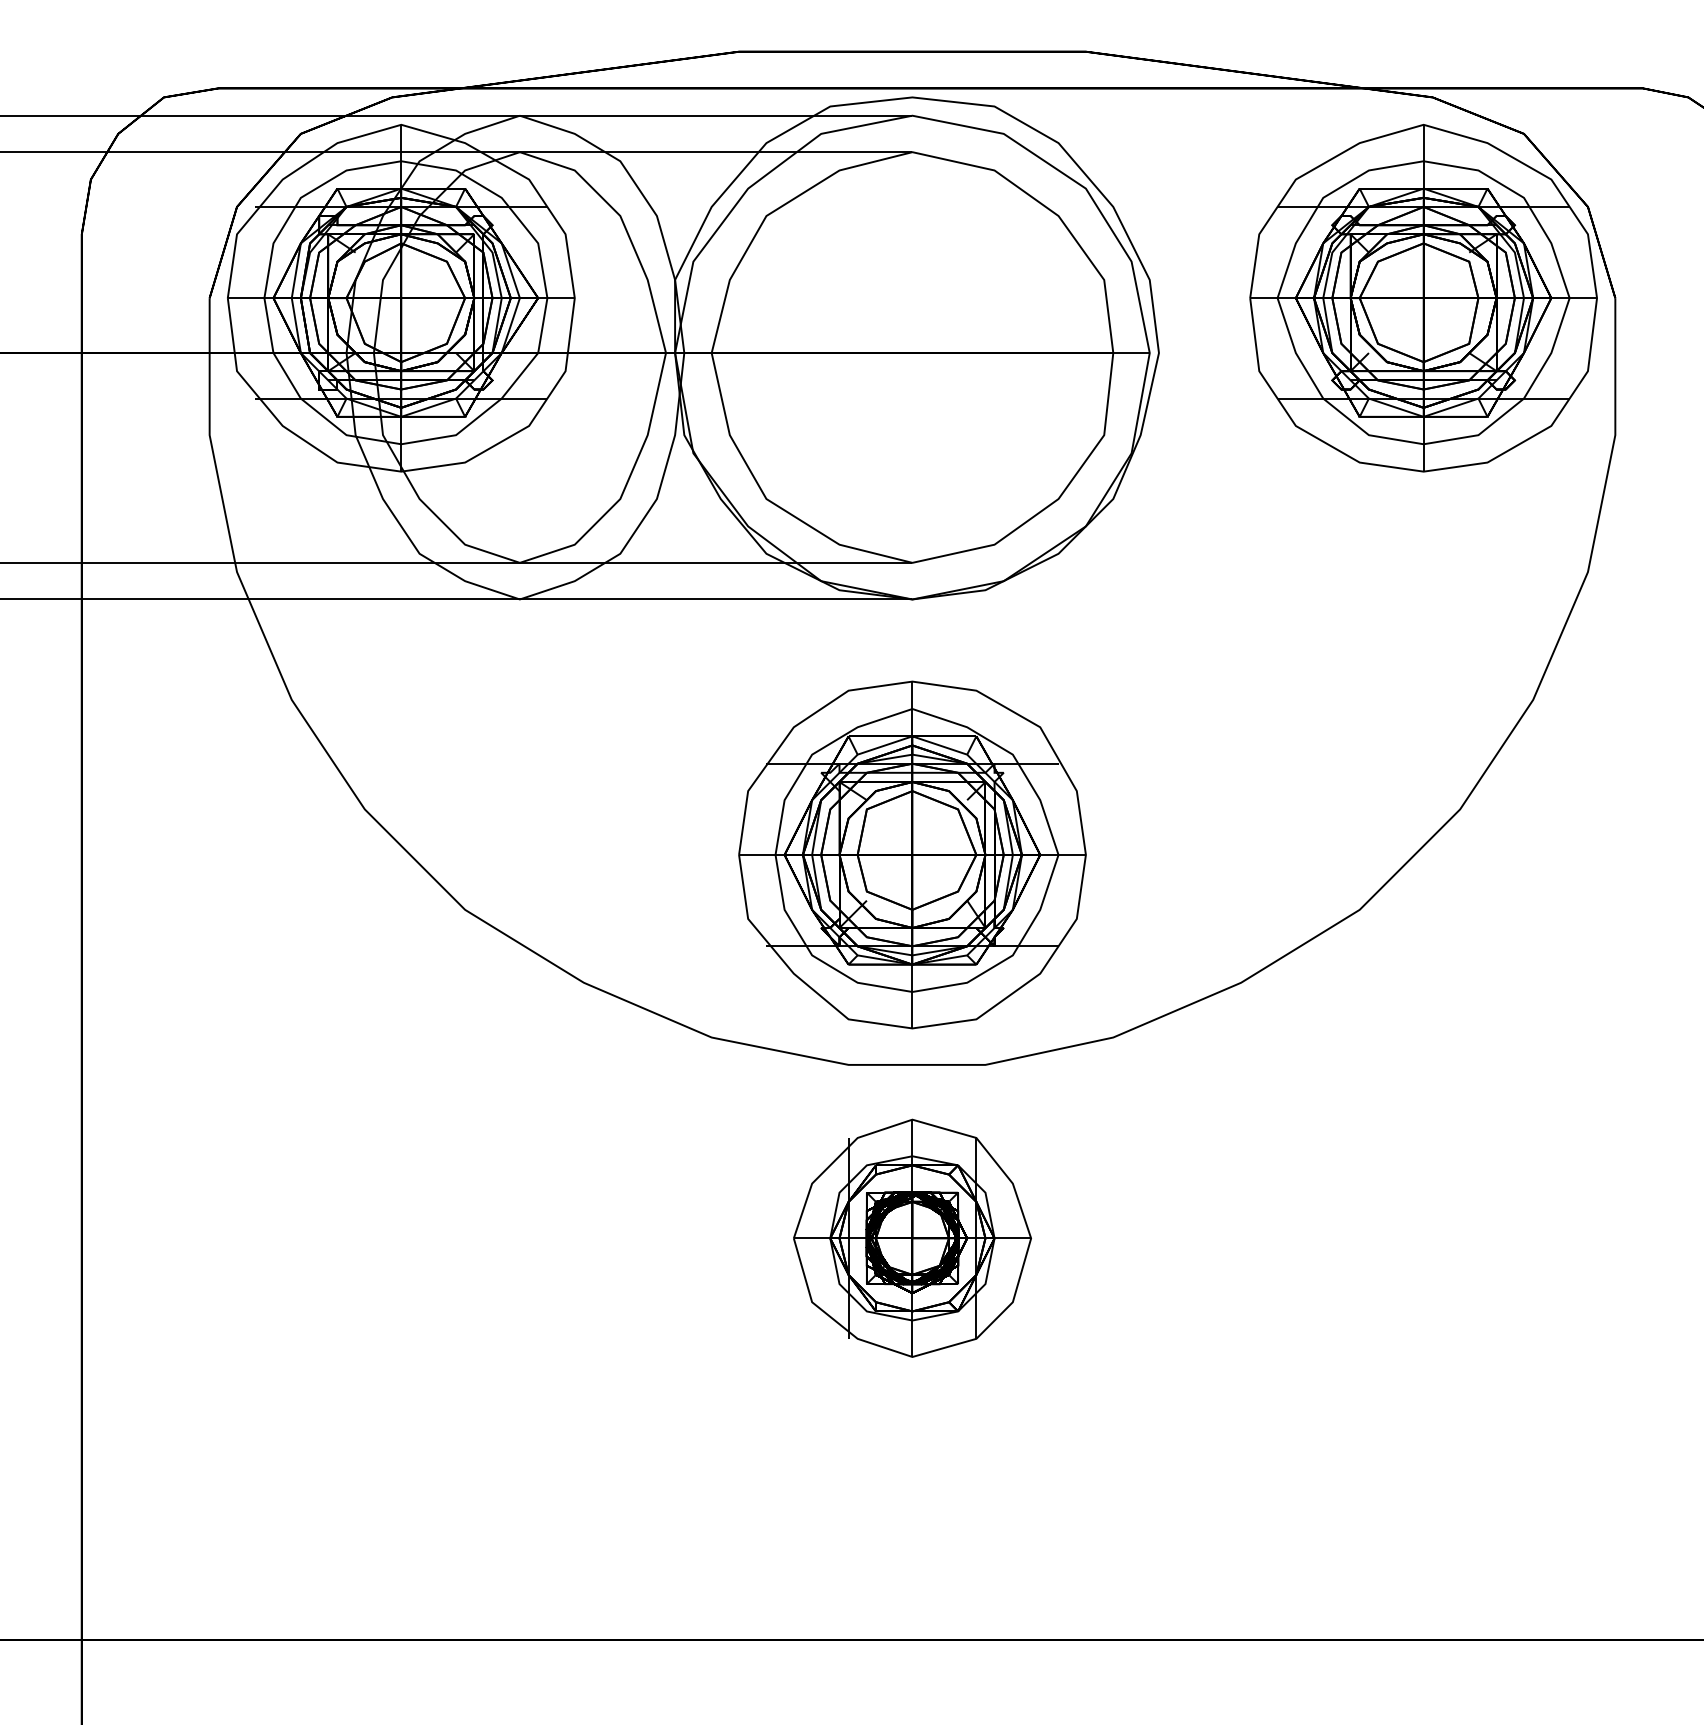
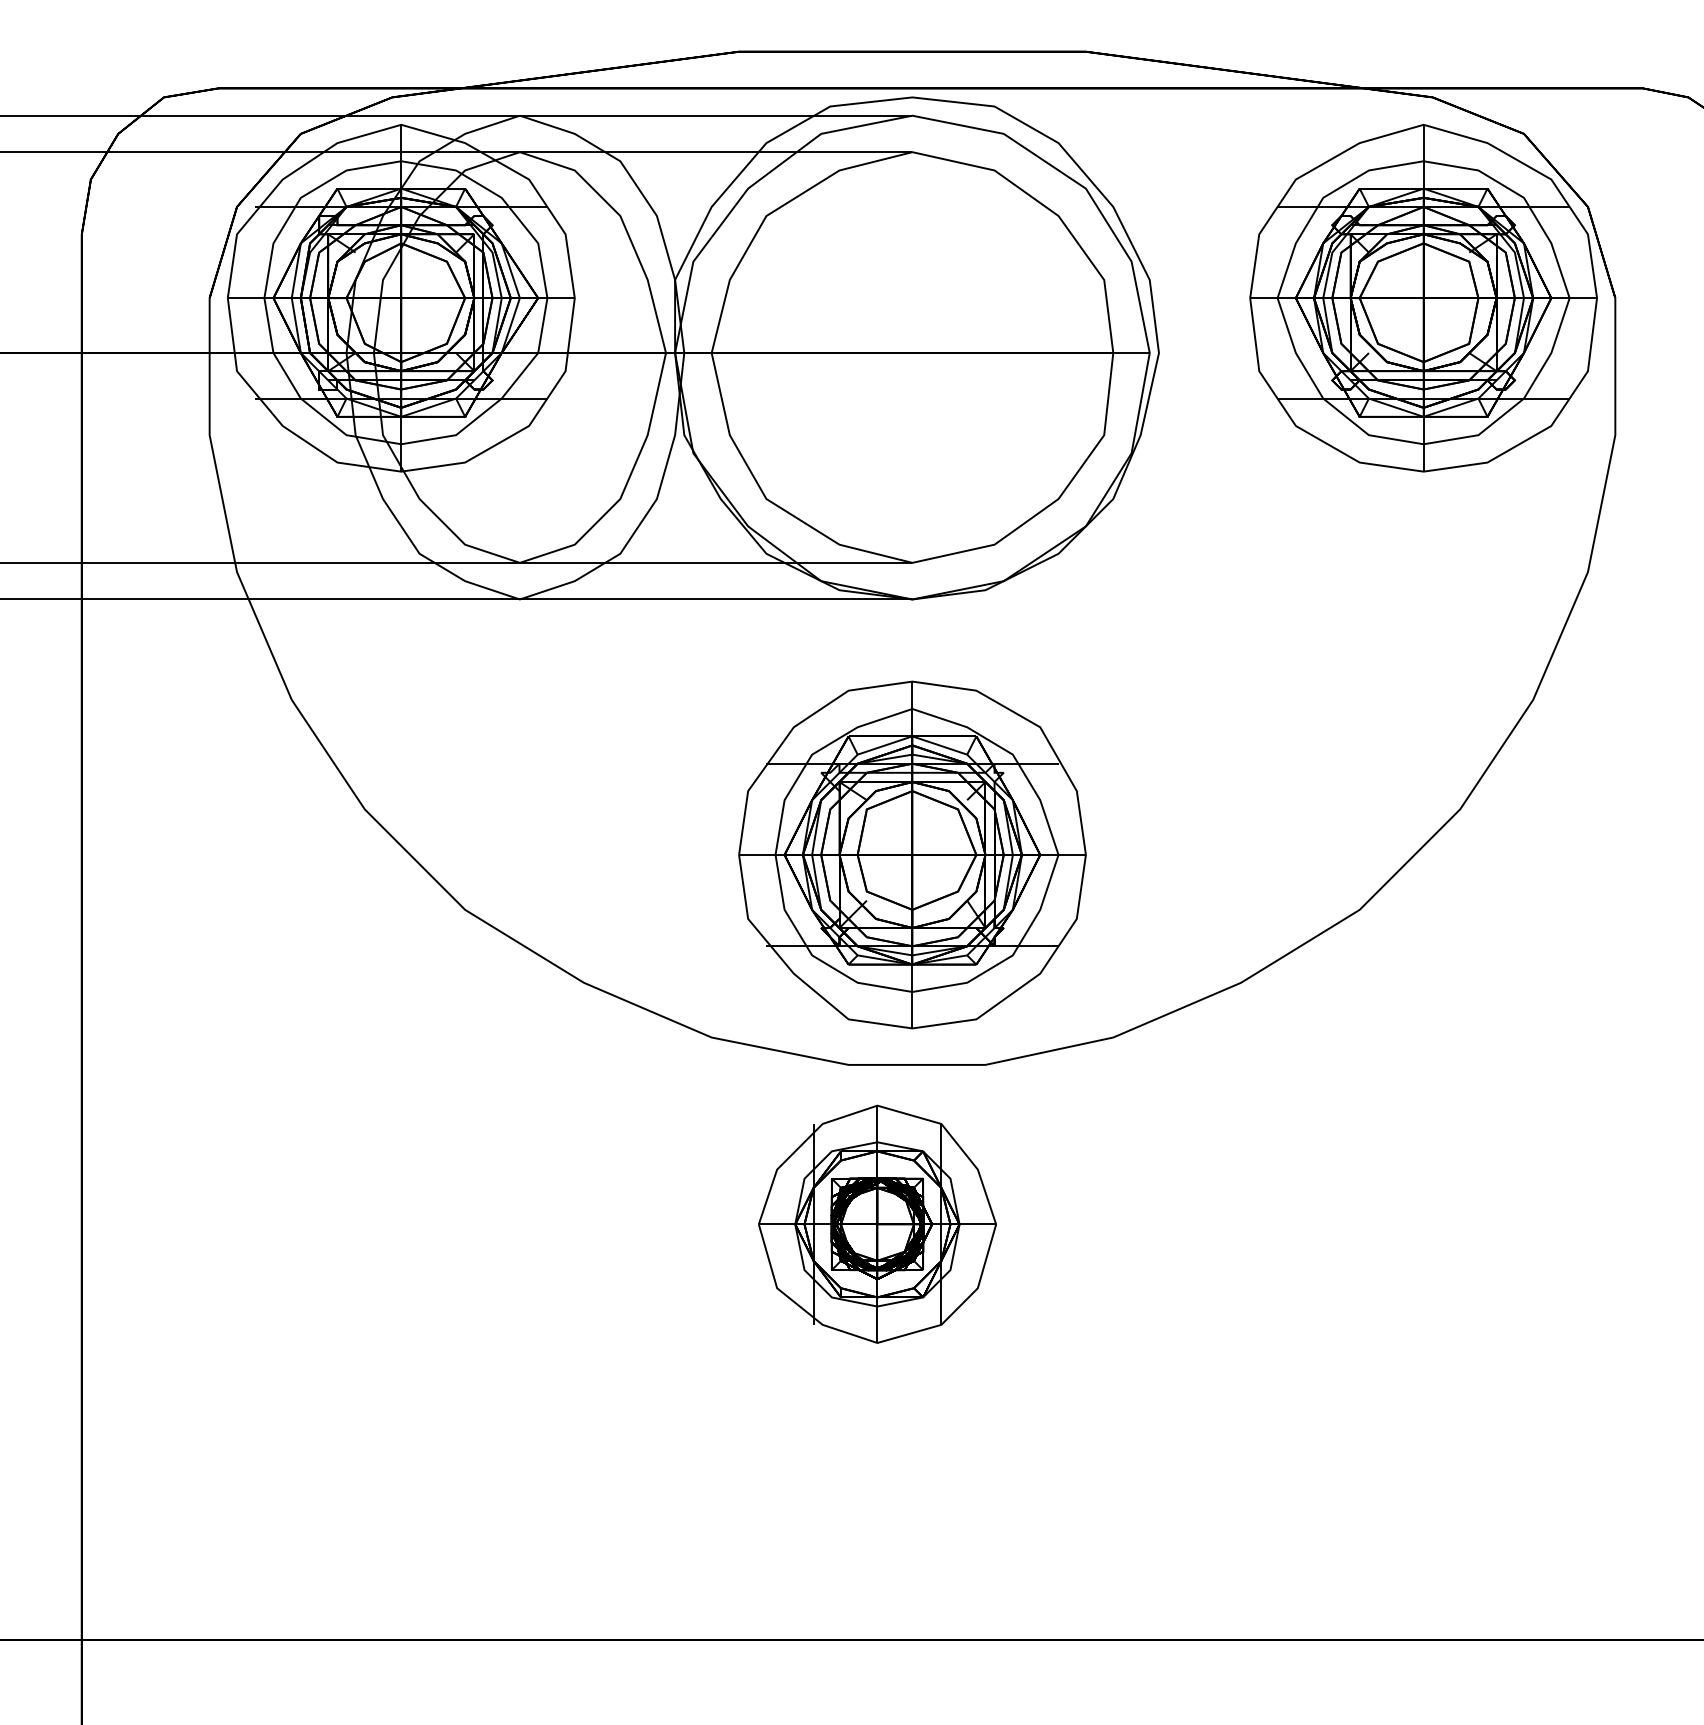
part at (912, 1237) position: (912, 1237) -> (877, 1223)
